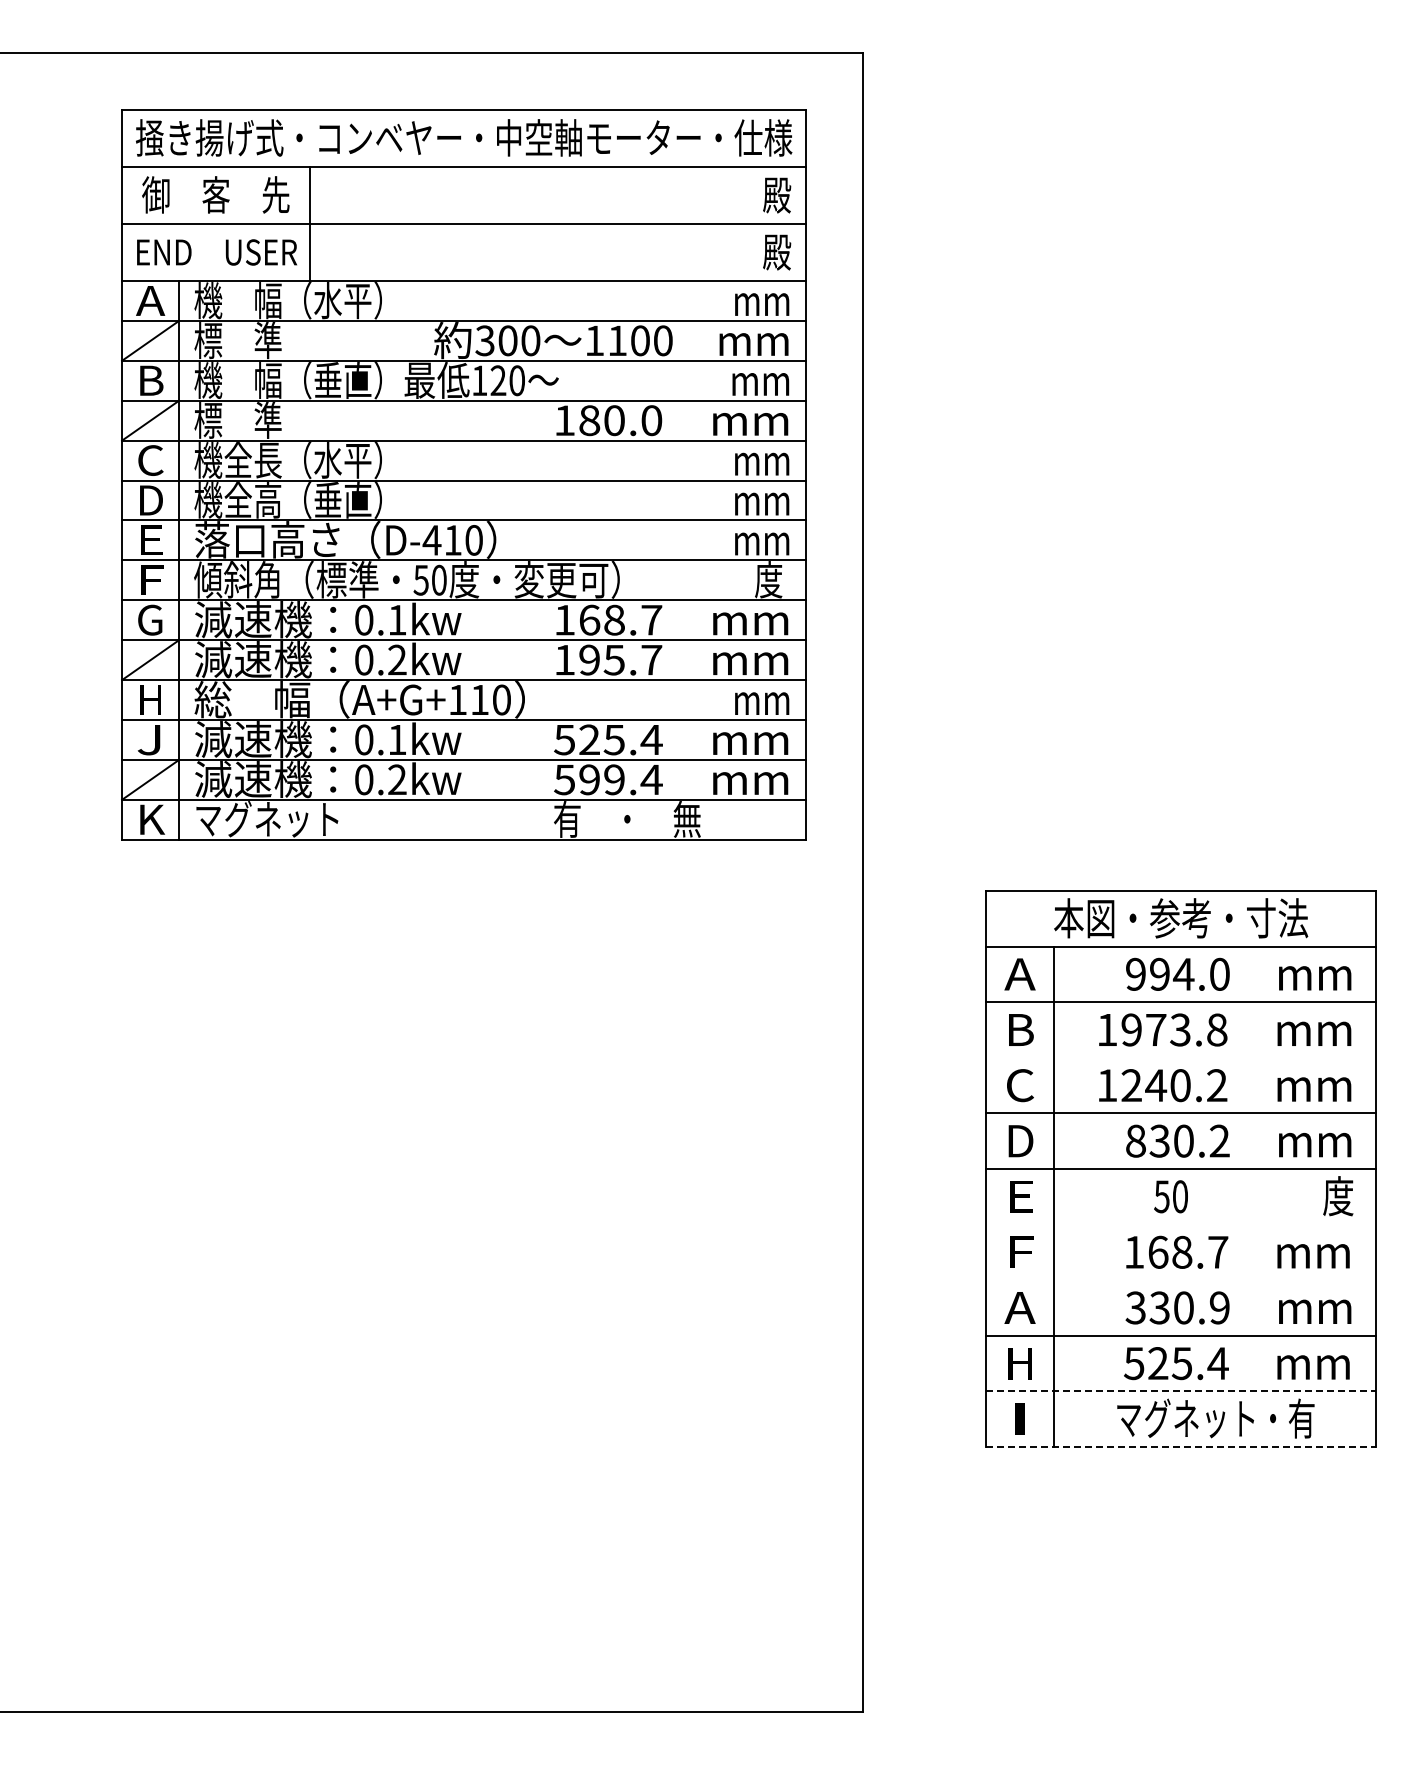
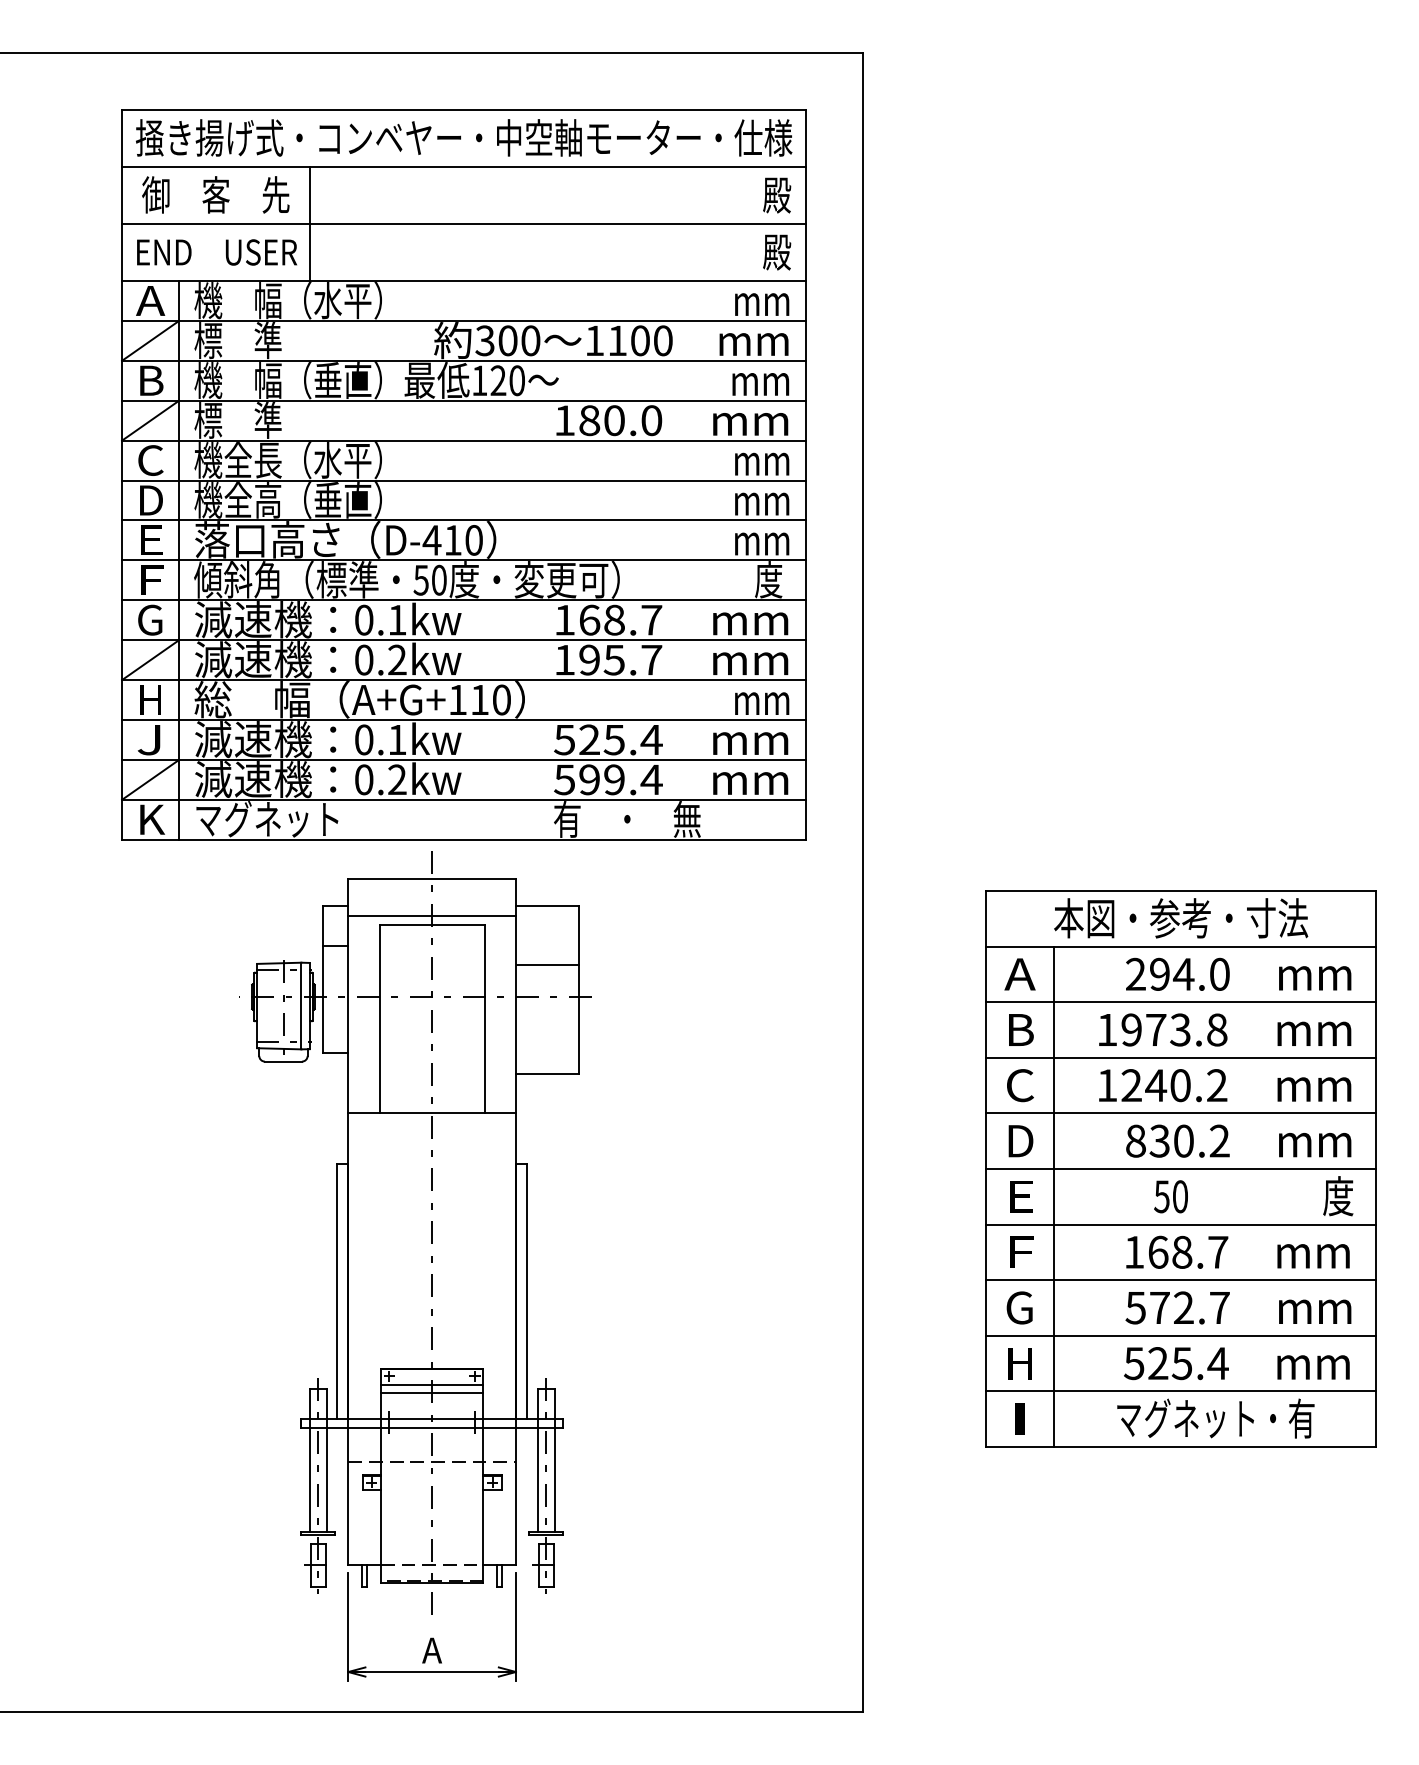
text at (1135, 974): 994.0 -> 294.0
line at (1180, 1057): none -> present
line at (1180, 1224): none -> present
part at (415, 1266): none -> present
line at (1180, 1280): none -> present
text at (1019, 1307): A -> G
text at (1177, 1307): 330.9 -> 572.7
line at (1181, 1391): dashed -> solid
line at (1181, 1446): dashed -> solid
